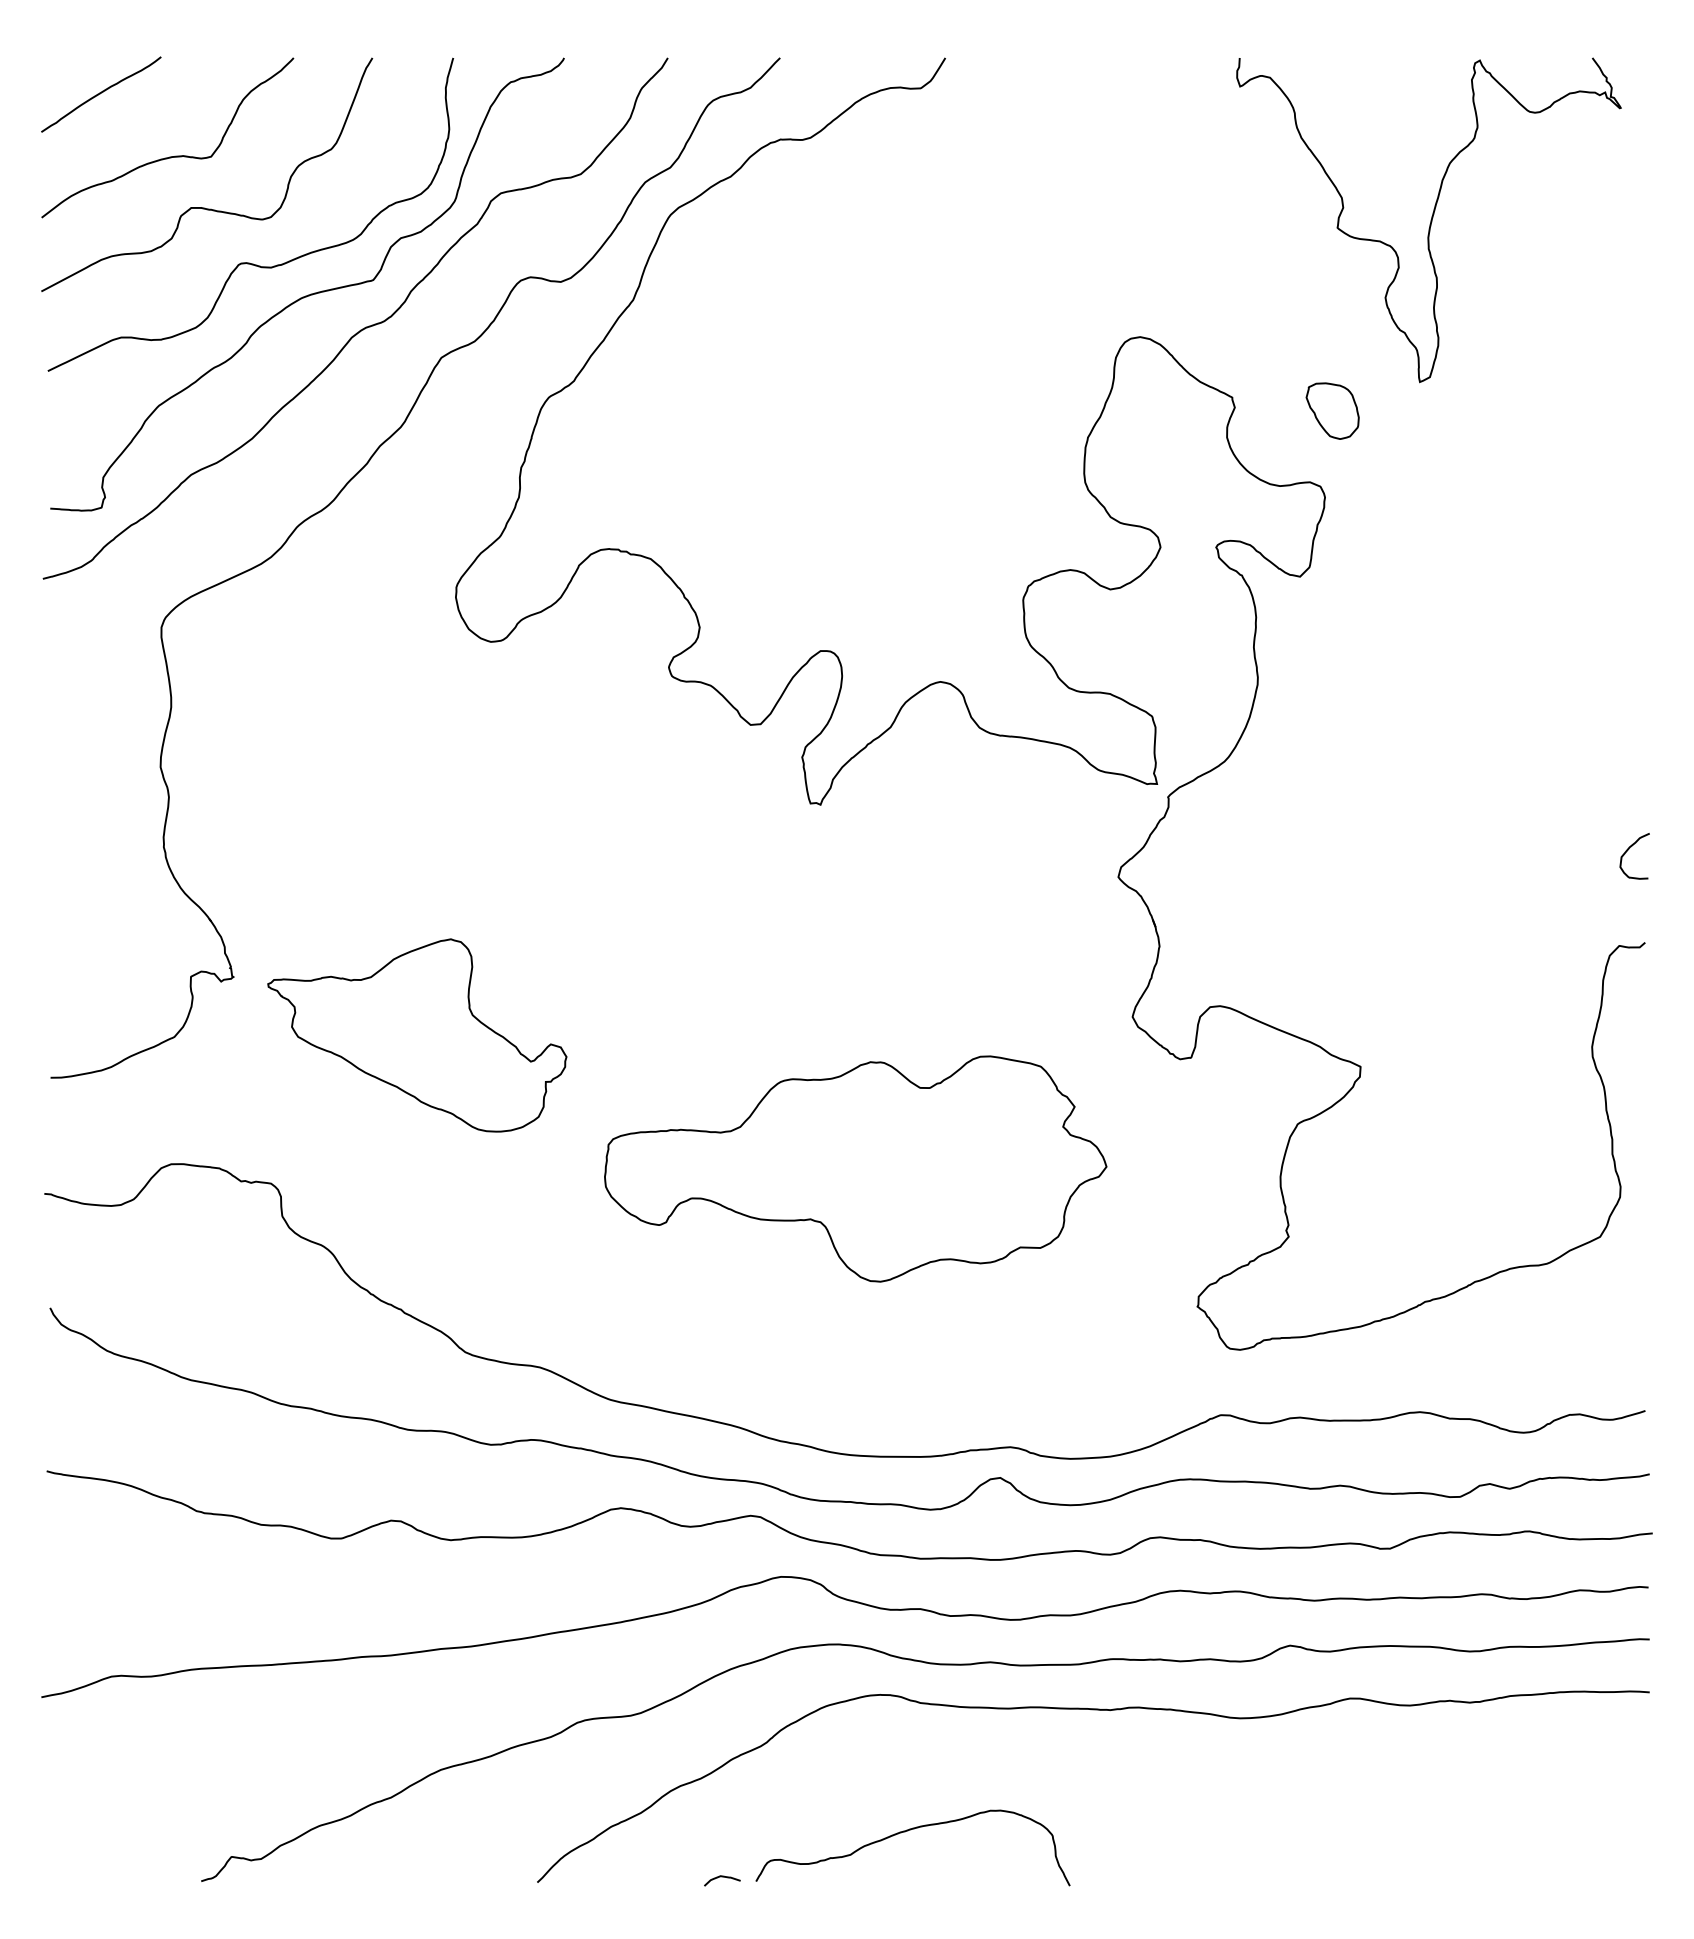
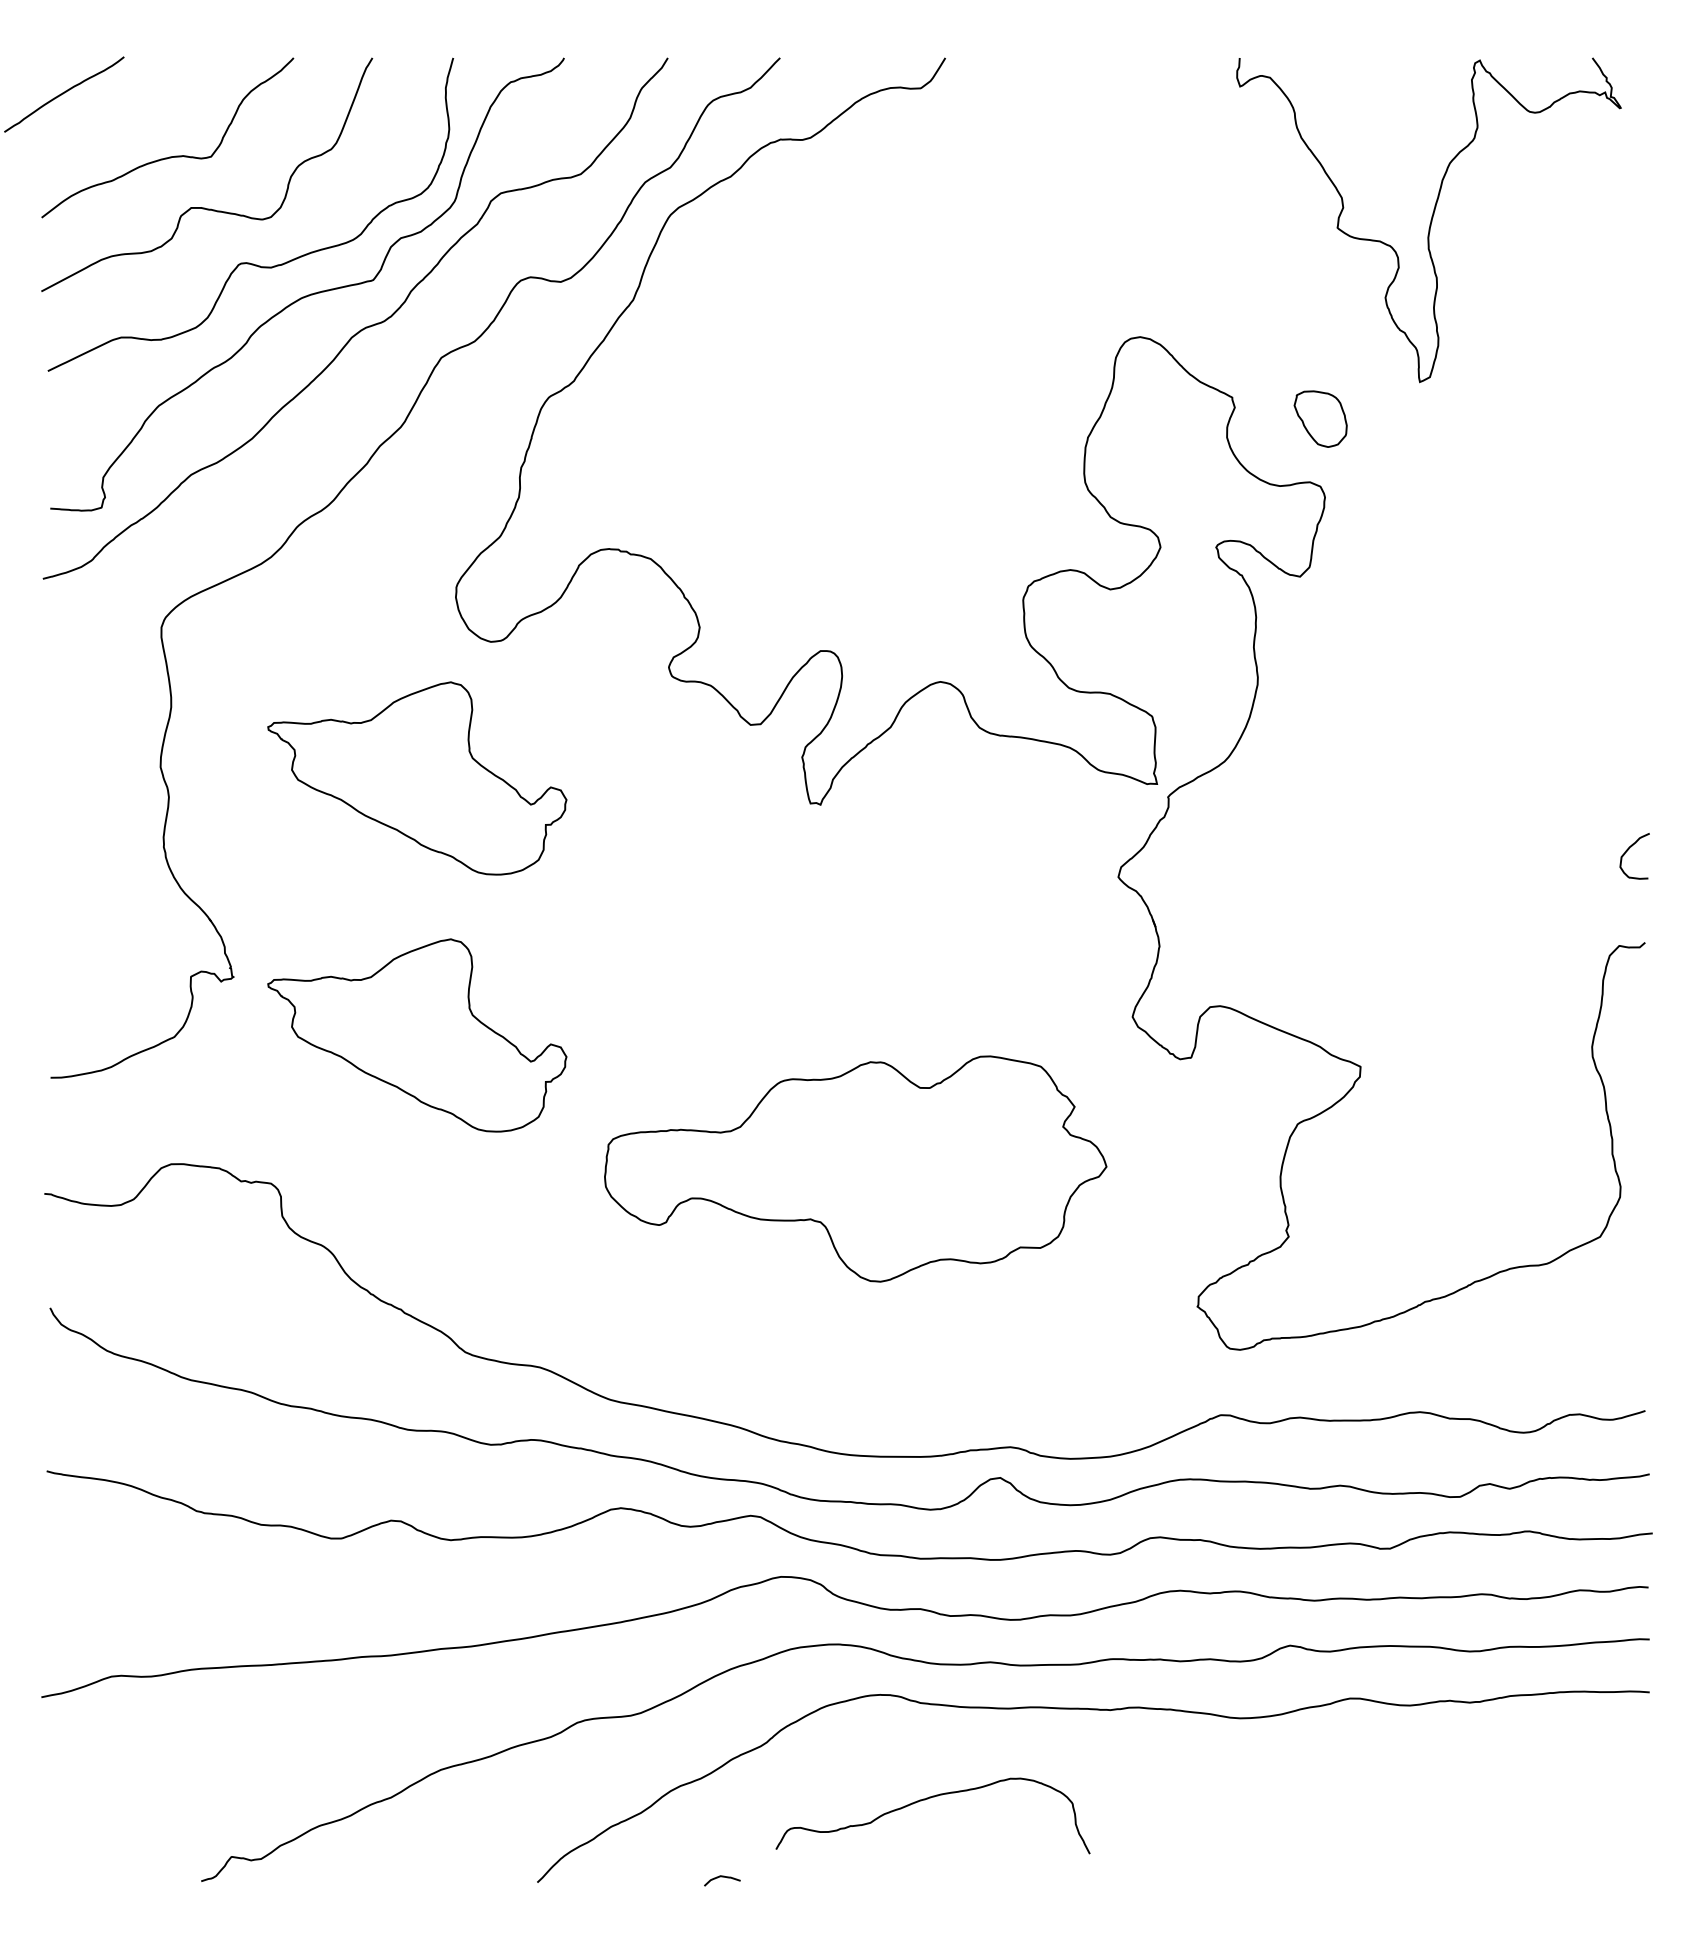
curve at (101, 93) position: (101, 93) -> (64, 93)
part at (1332, 410) position: (1332, 410) -> (1320, 418)
part at (417, 778): none -> present
curve at (908, 1831) position: (908, 1831) -> (928, 1799)
